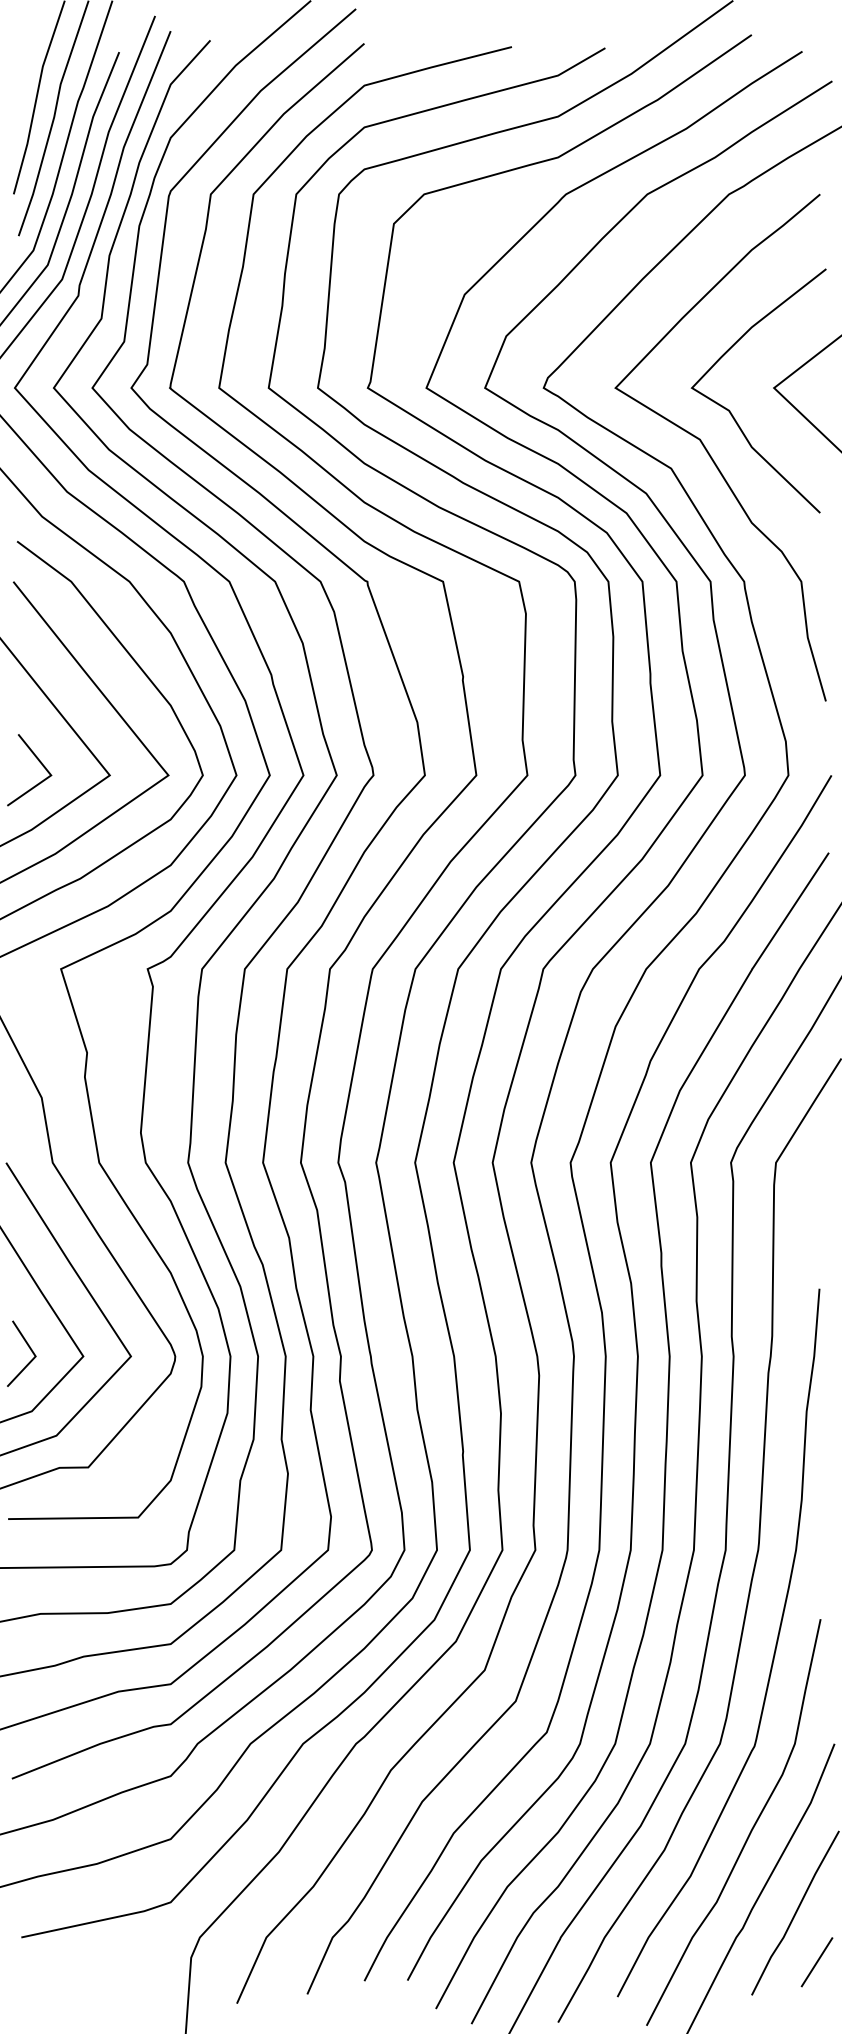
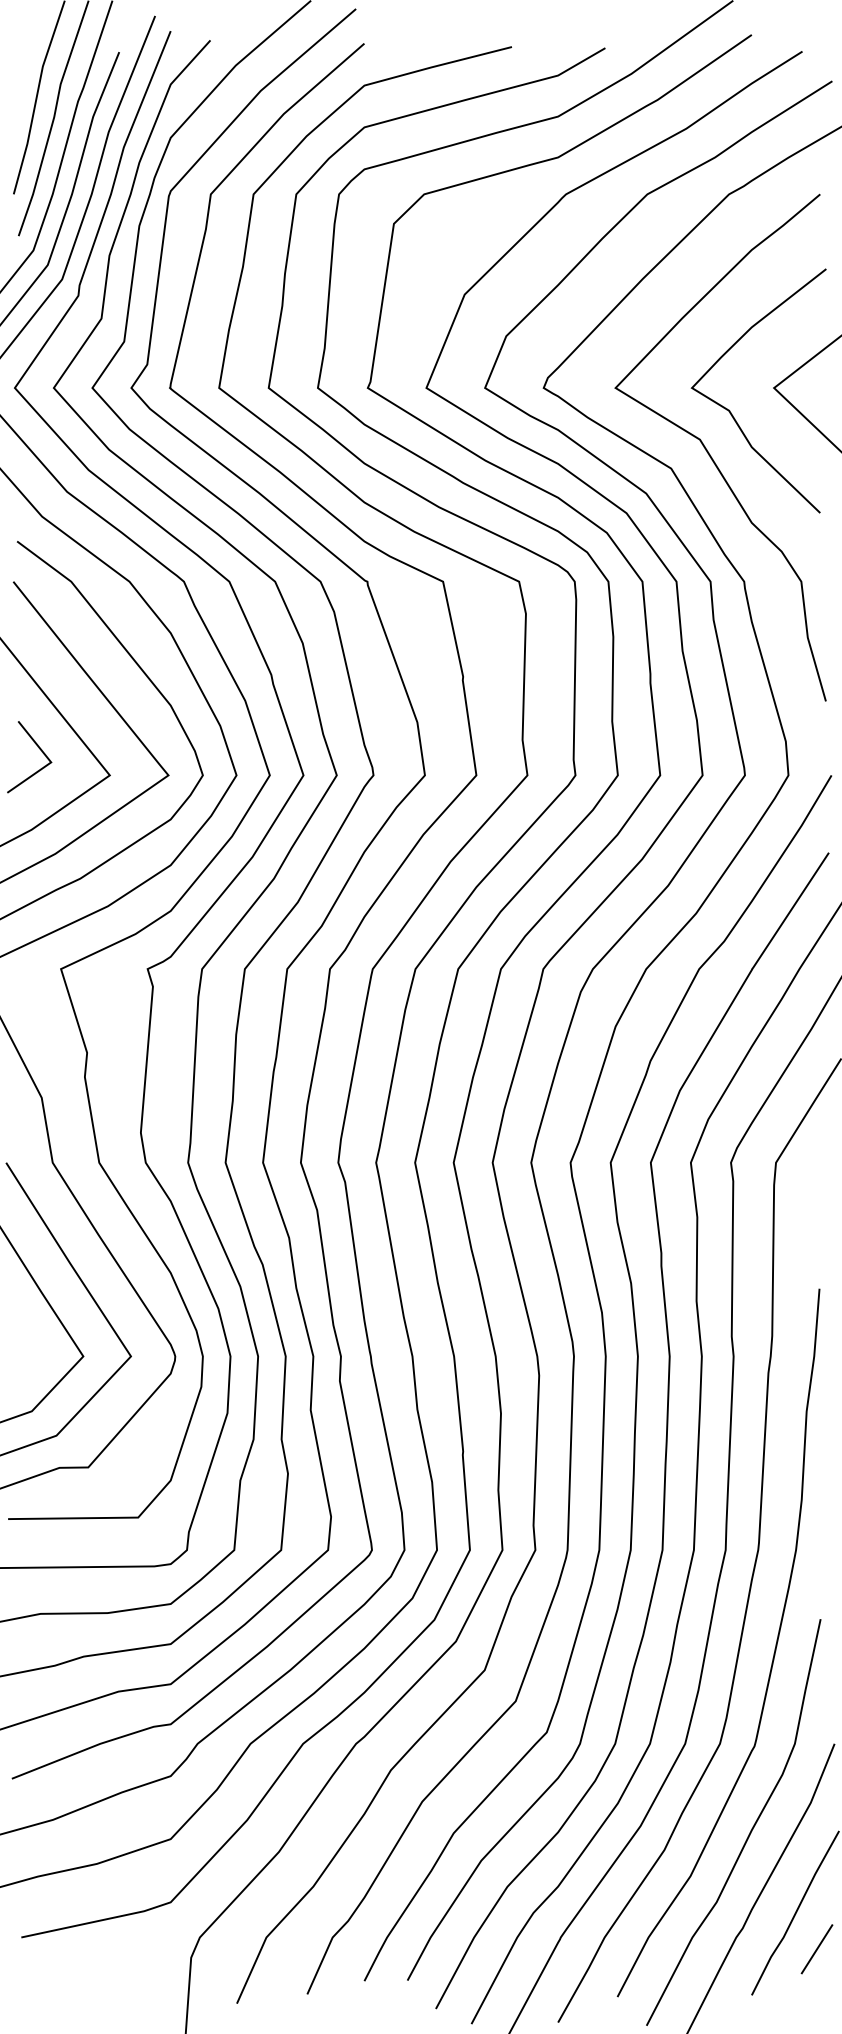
line at (38, 761) position: (38, 761) -> (38, 748)
line at (28, 1347): present -> none
line at (816, 1962) position: (816, 1962) -> (816, 1949)
